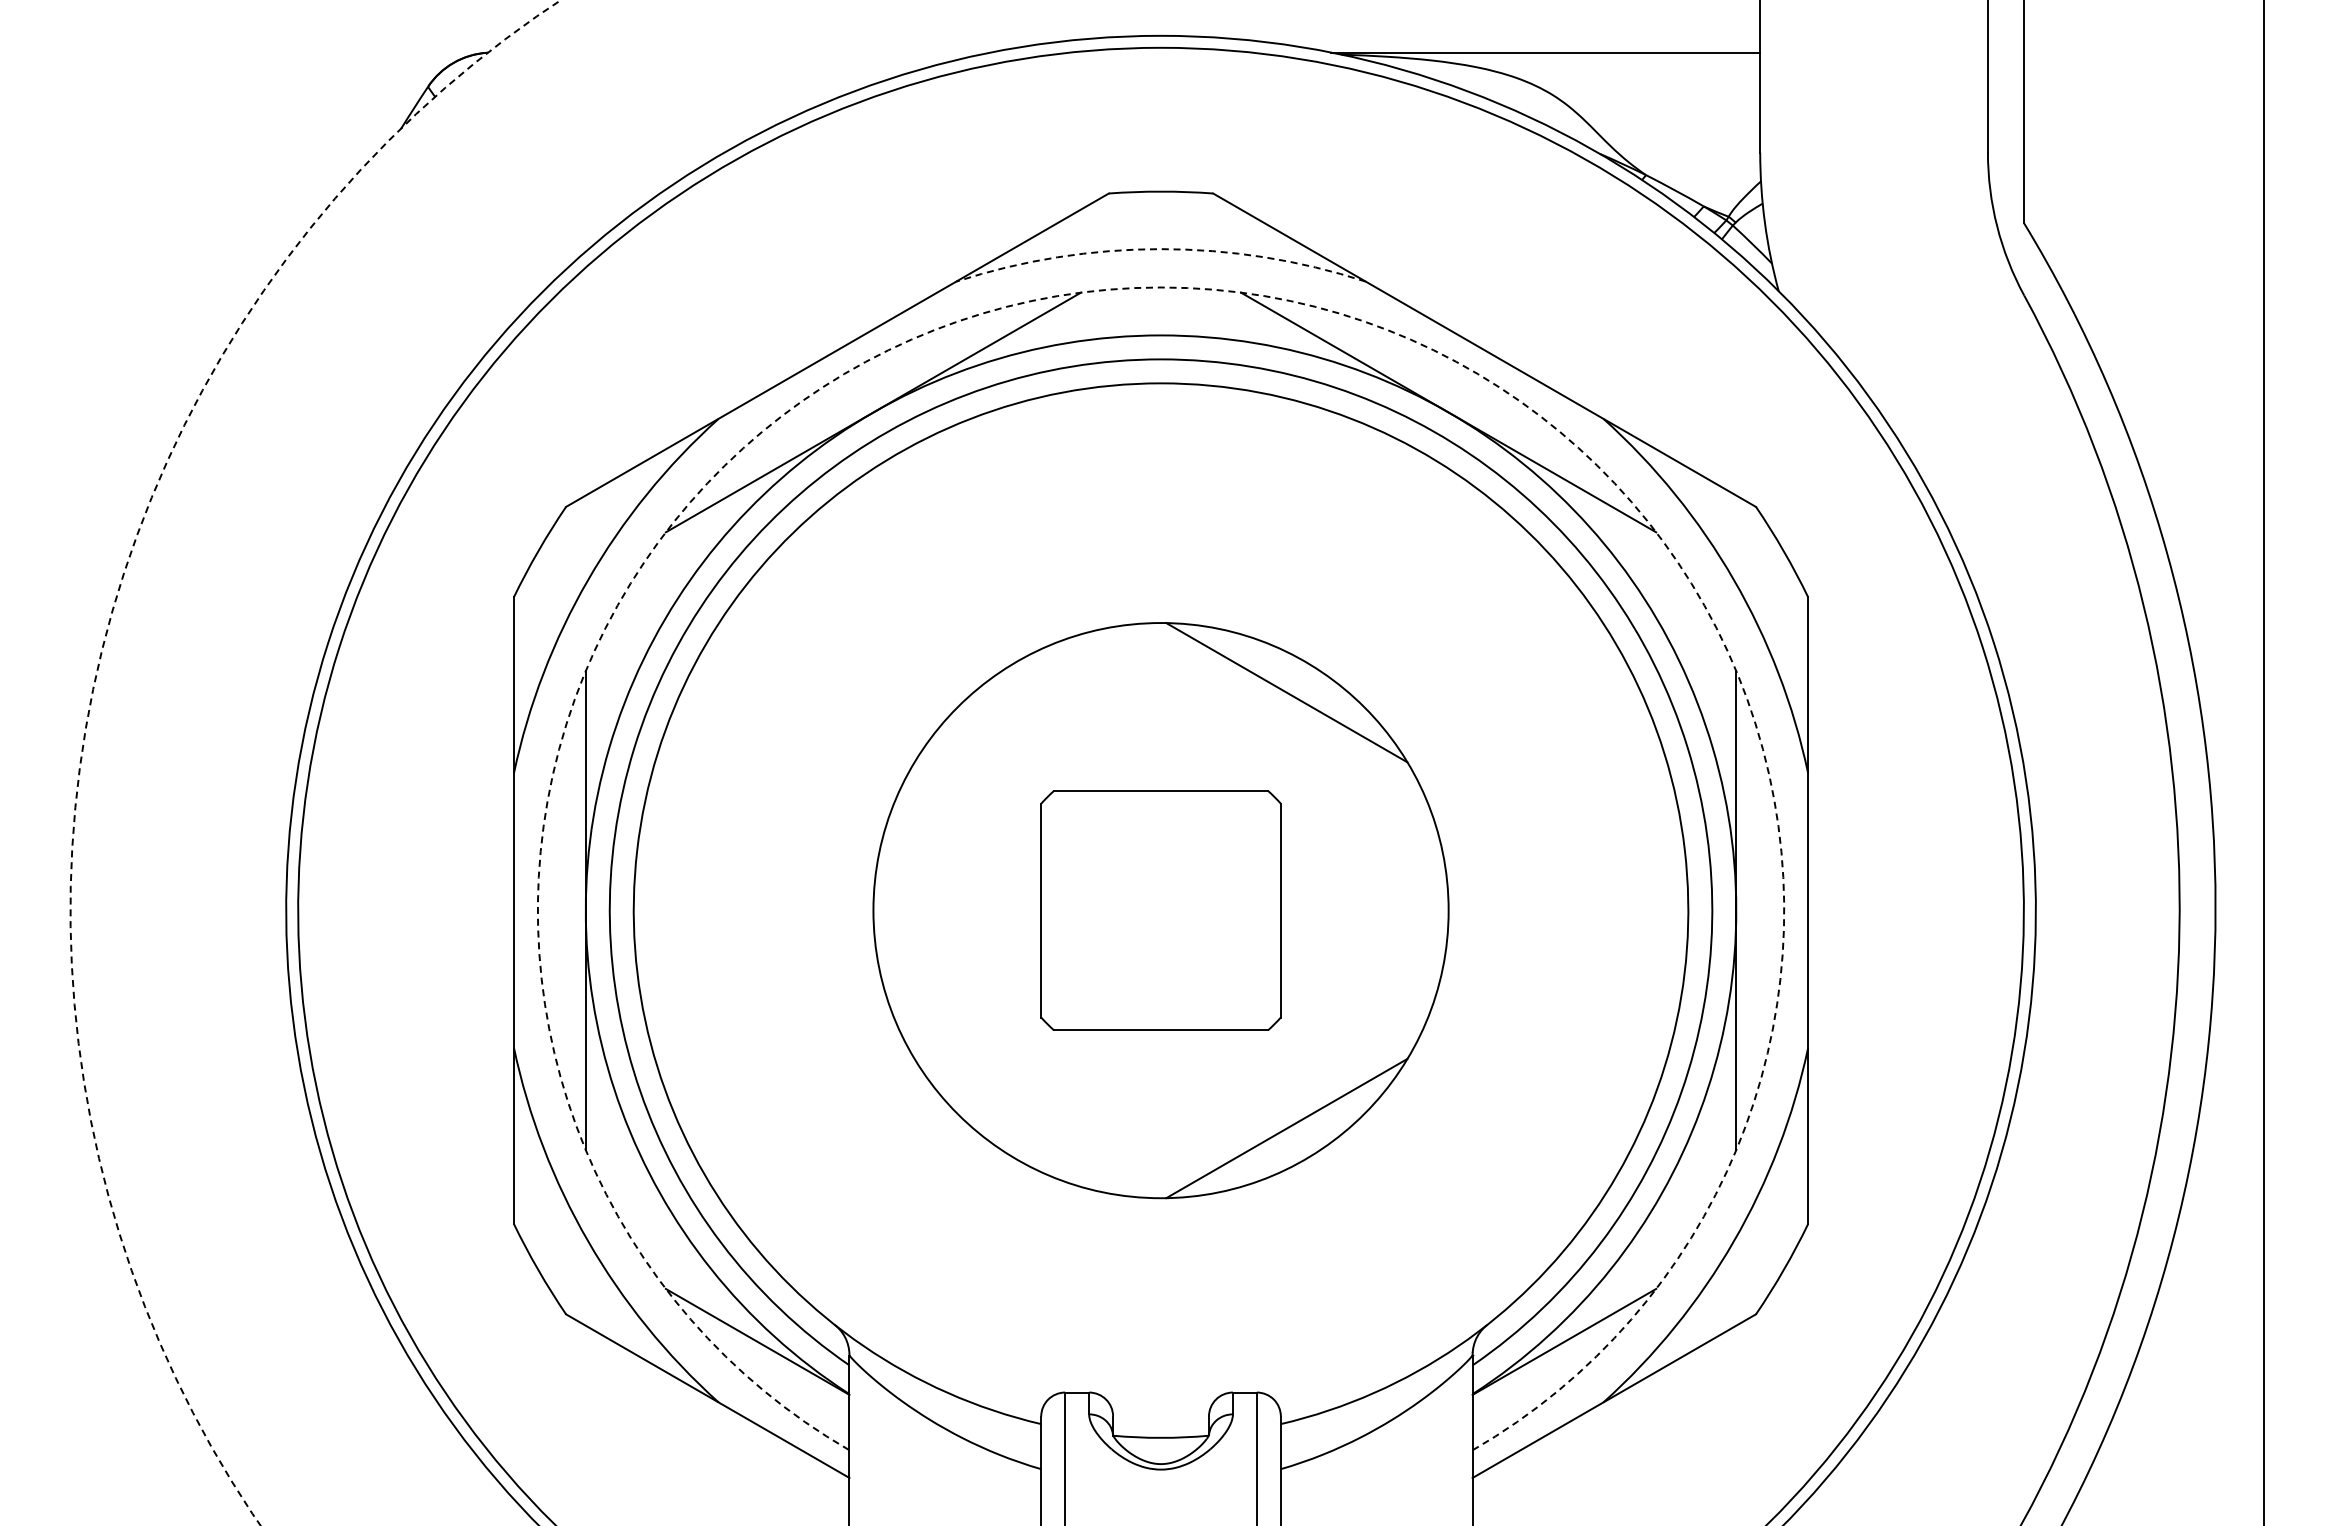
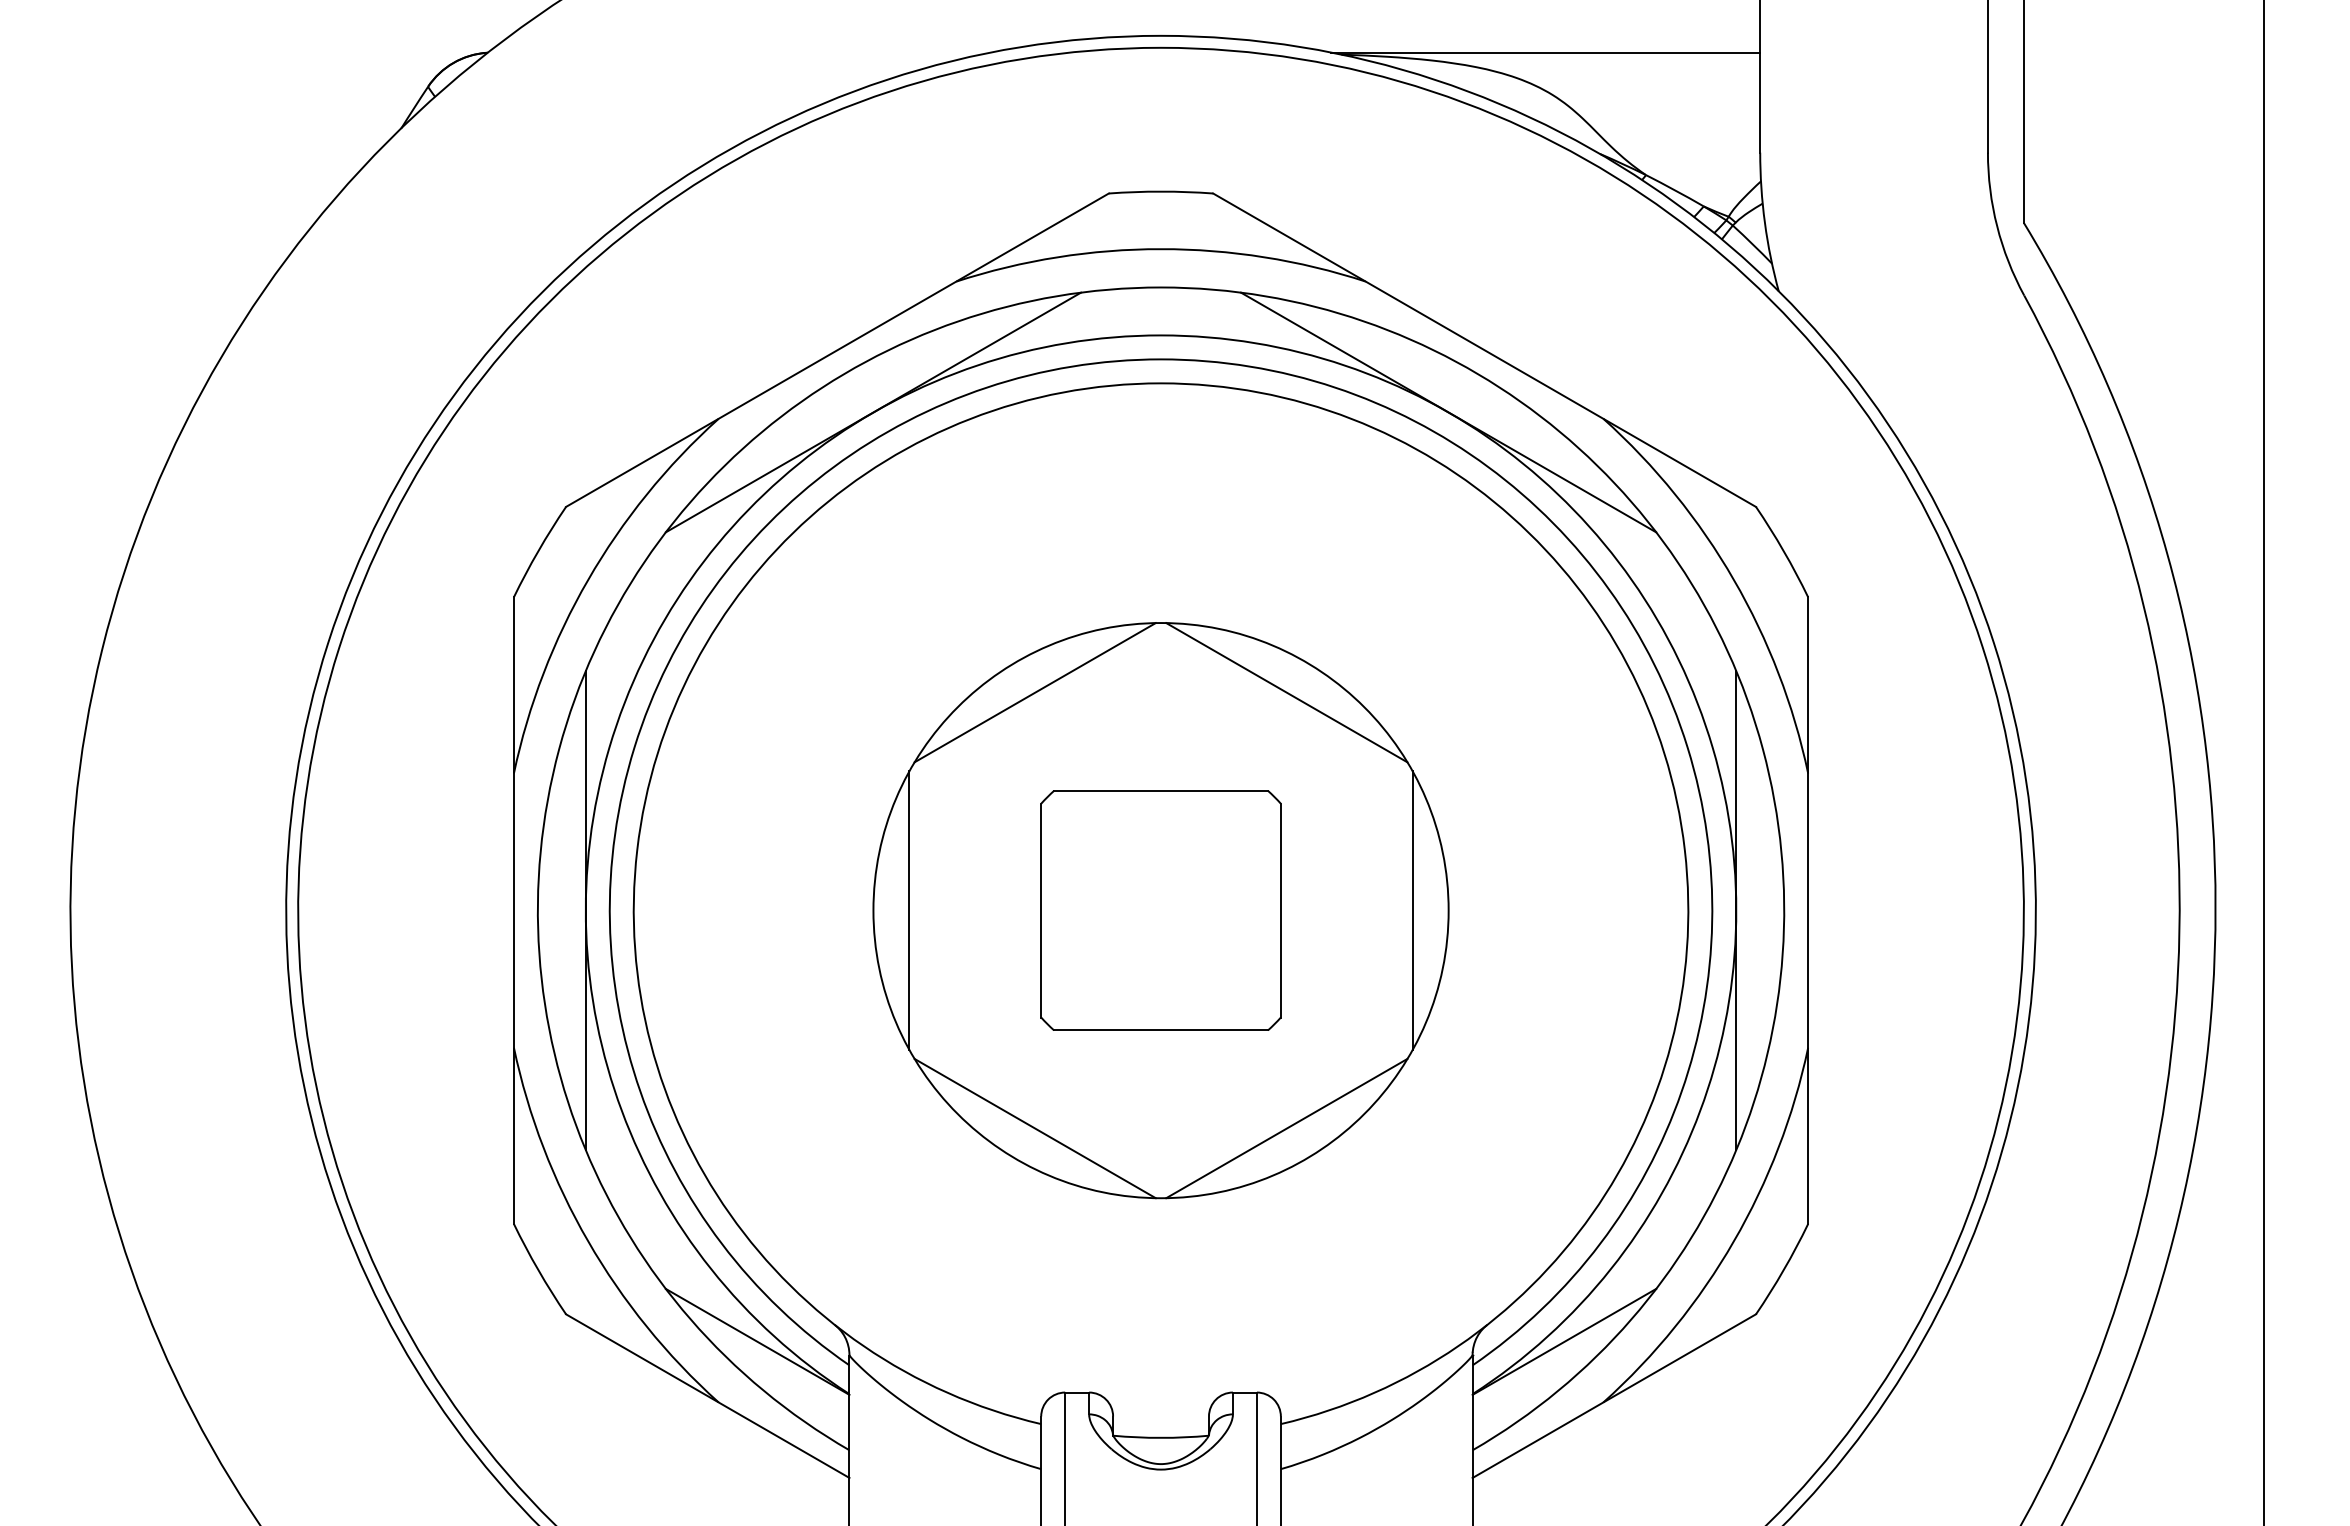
arc at (1161, 249): dashed -> solid
arc at (1161, 287): dashed -> solid
line at (1034, 692): none -> present
arc at (91, 699): dashed -> solid
line at (909, 910): none -> present
line at (1412, 910): none -> present
line at (1034, 1128): none -> present
